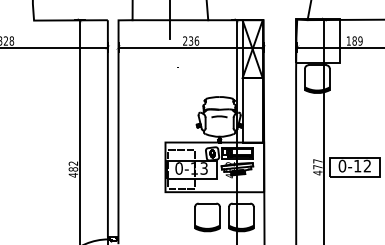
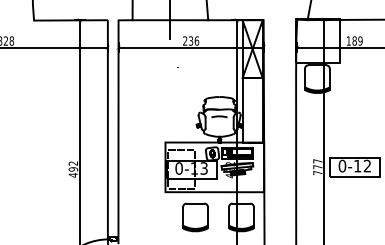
text at (73, 169): 482 -> 492
text at (317, 172): 477 -> 777
part at (207, 217) position: (207, 217) -> (195, 217)
